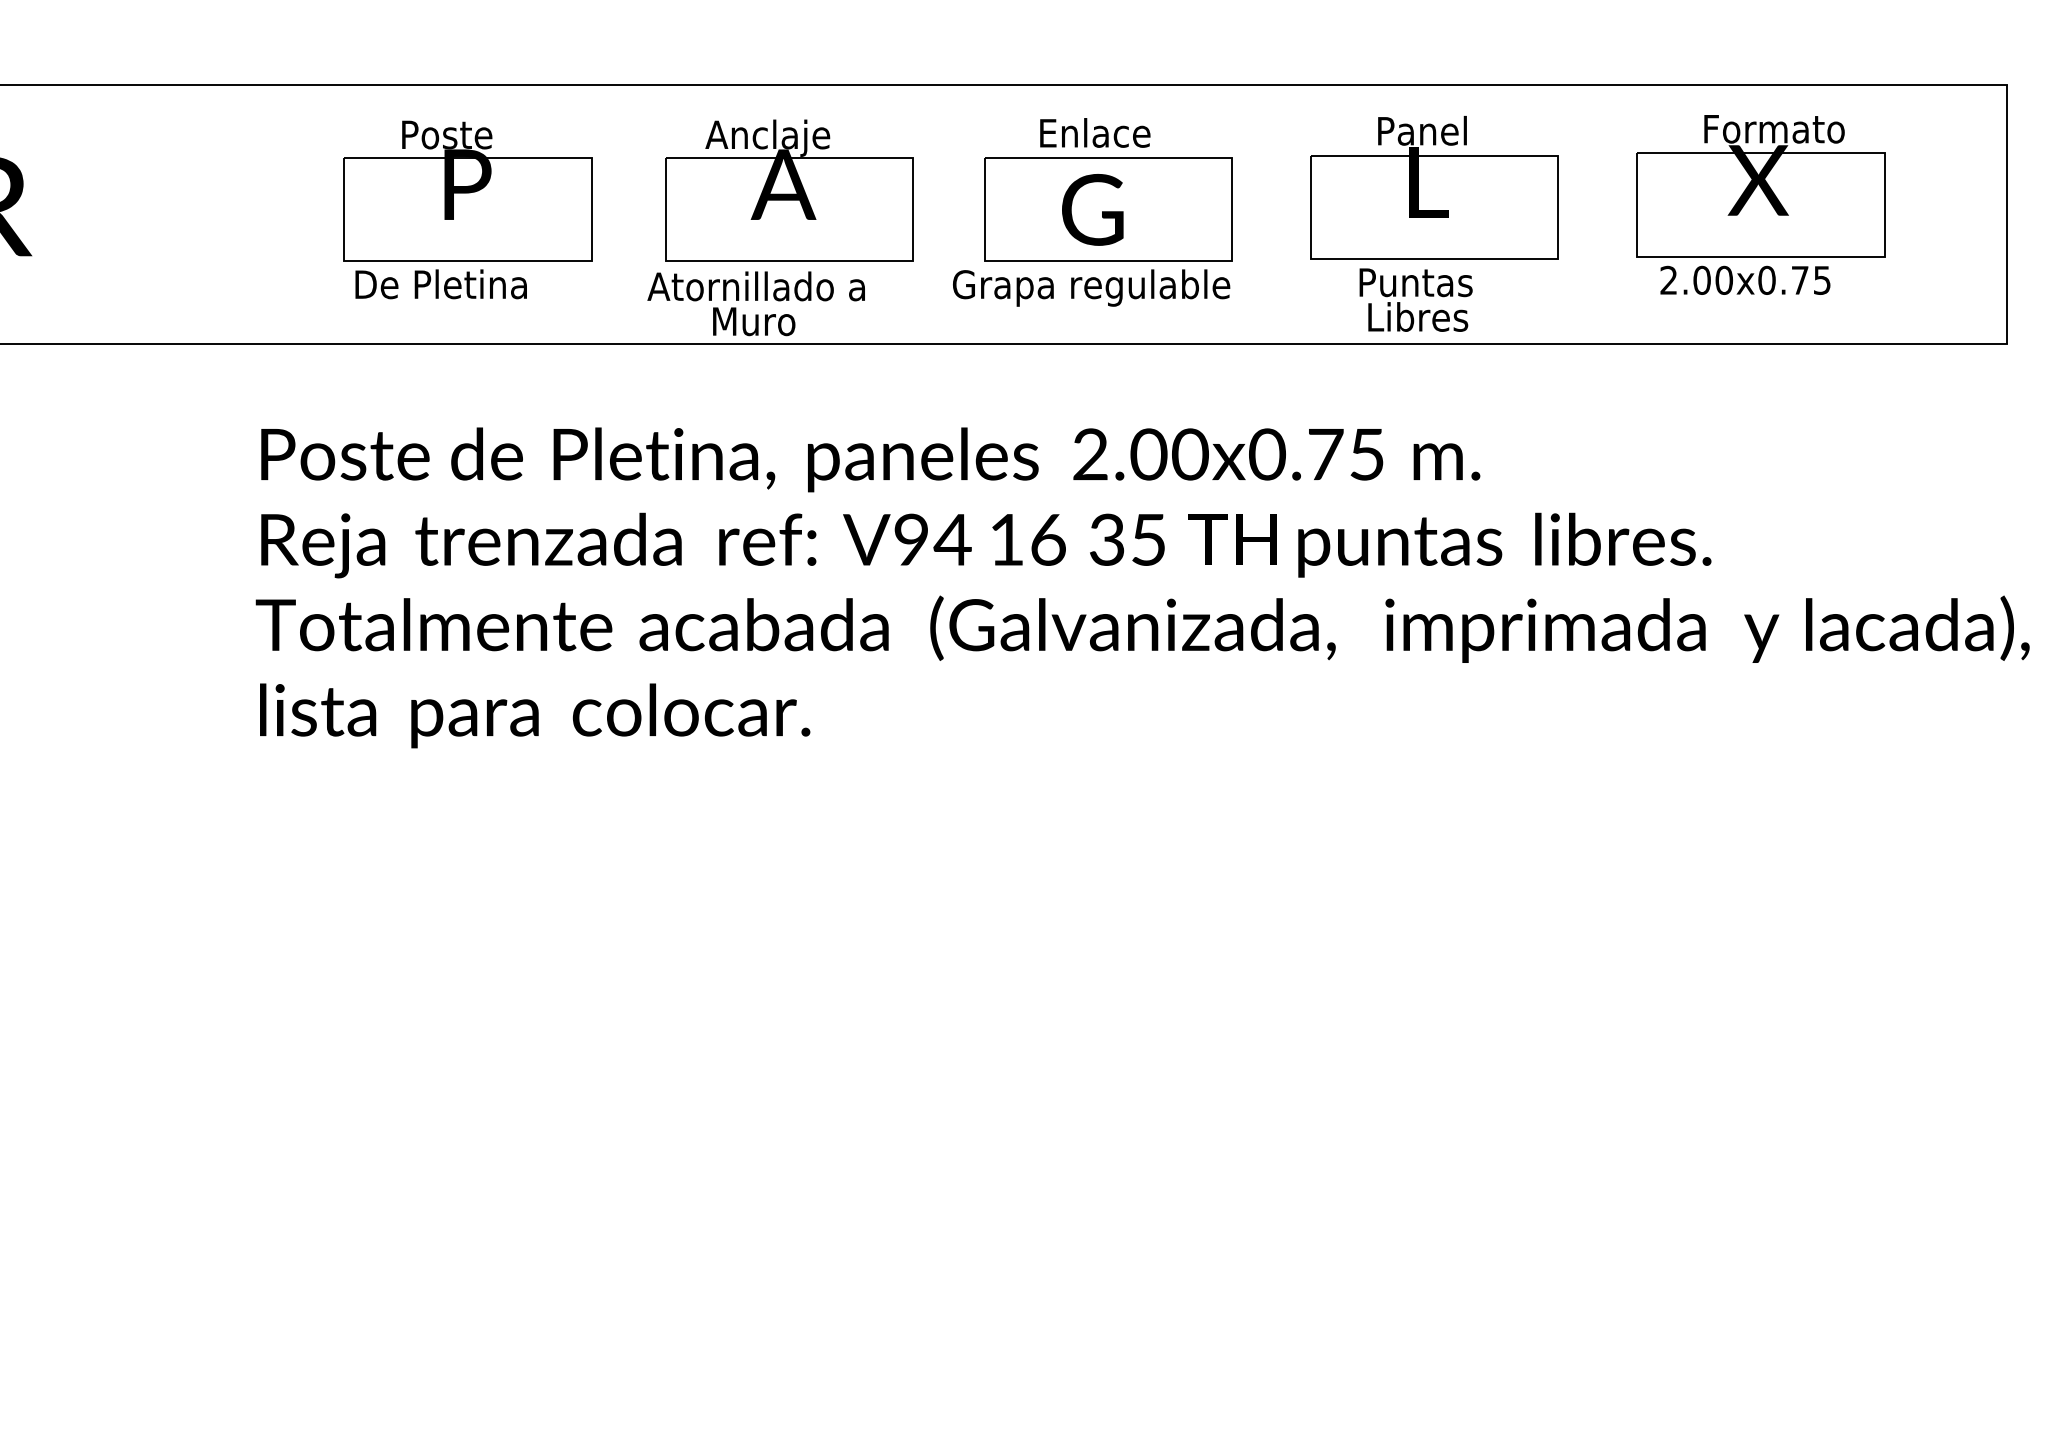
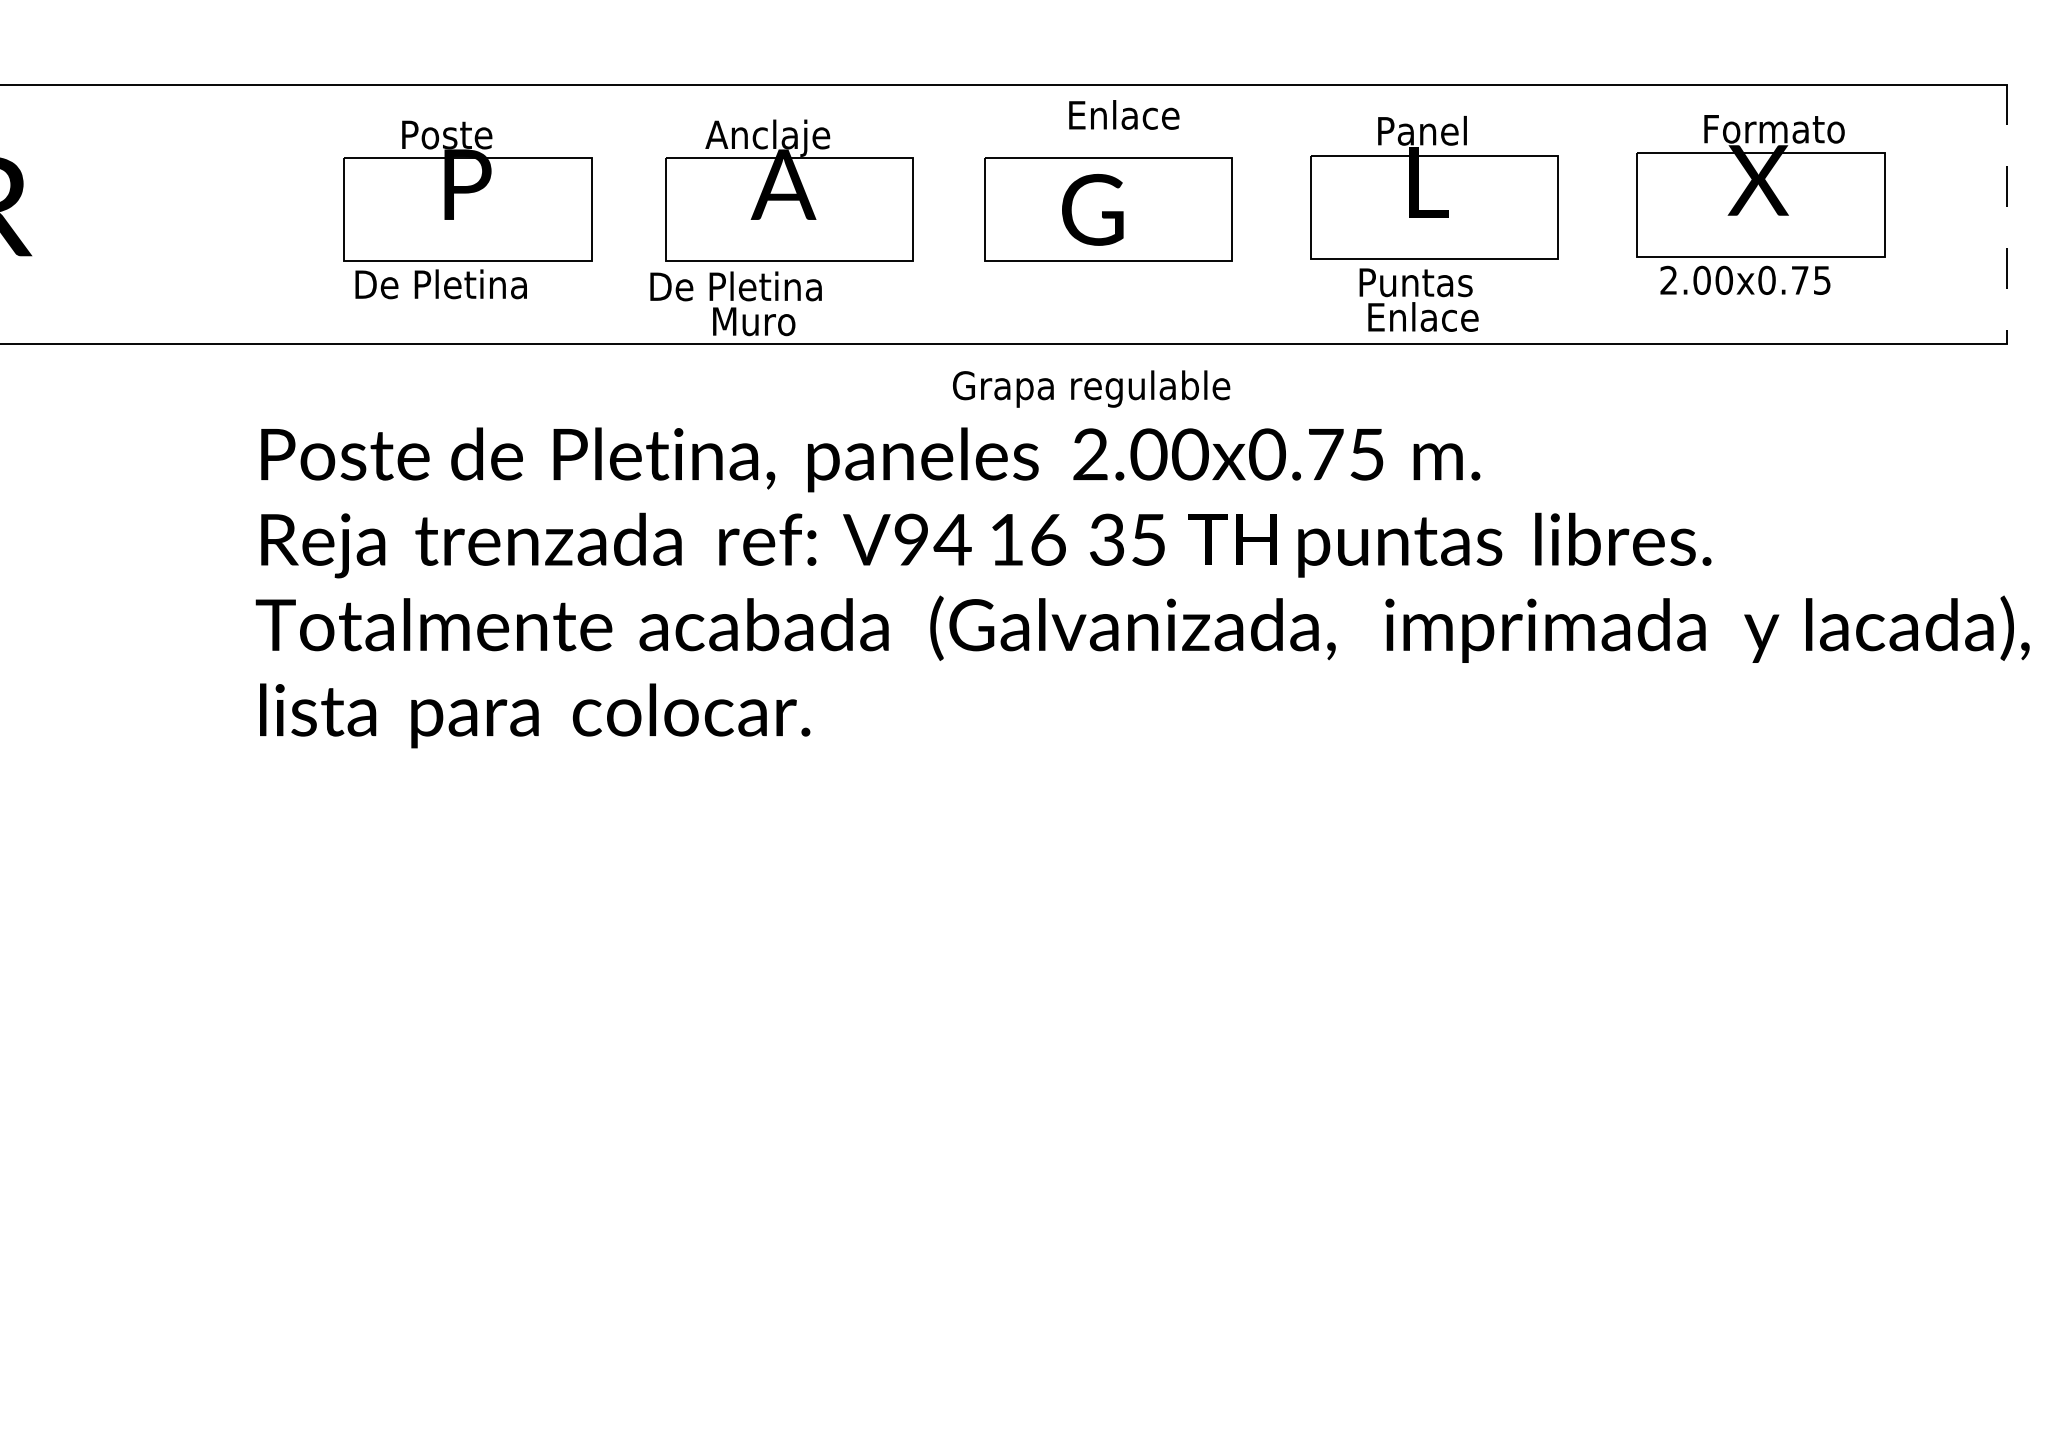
text at (1095, 132) position: (1095, 132) -> (1124, 114)
line at (2007, 214): solid -> dashed
text at (755, 286): Atornillado a -> De Pletina
text at (1091, 287) position: (1091, 287) -> (1091, 388)
text at (1424, 316): Libres -> Enlace
